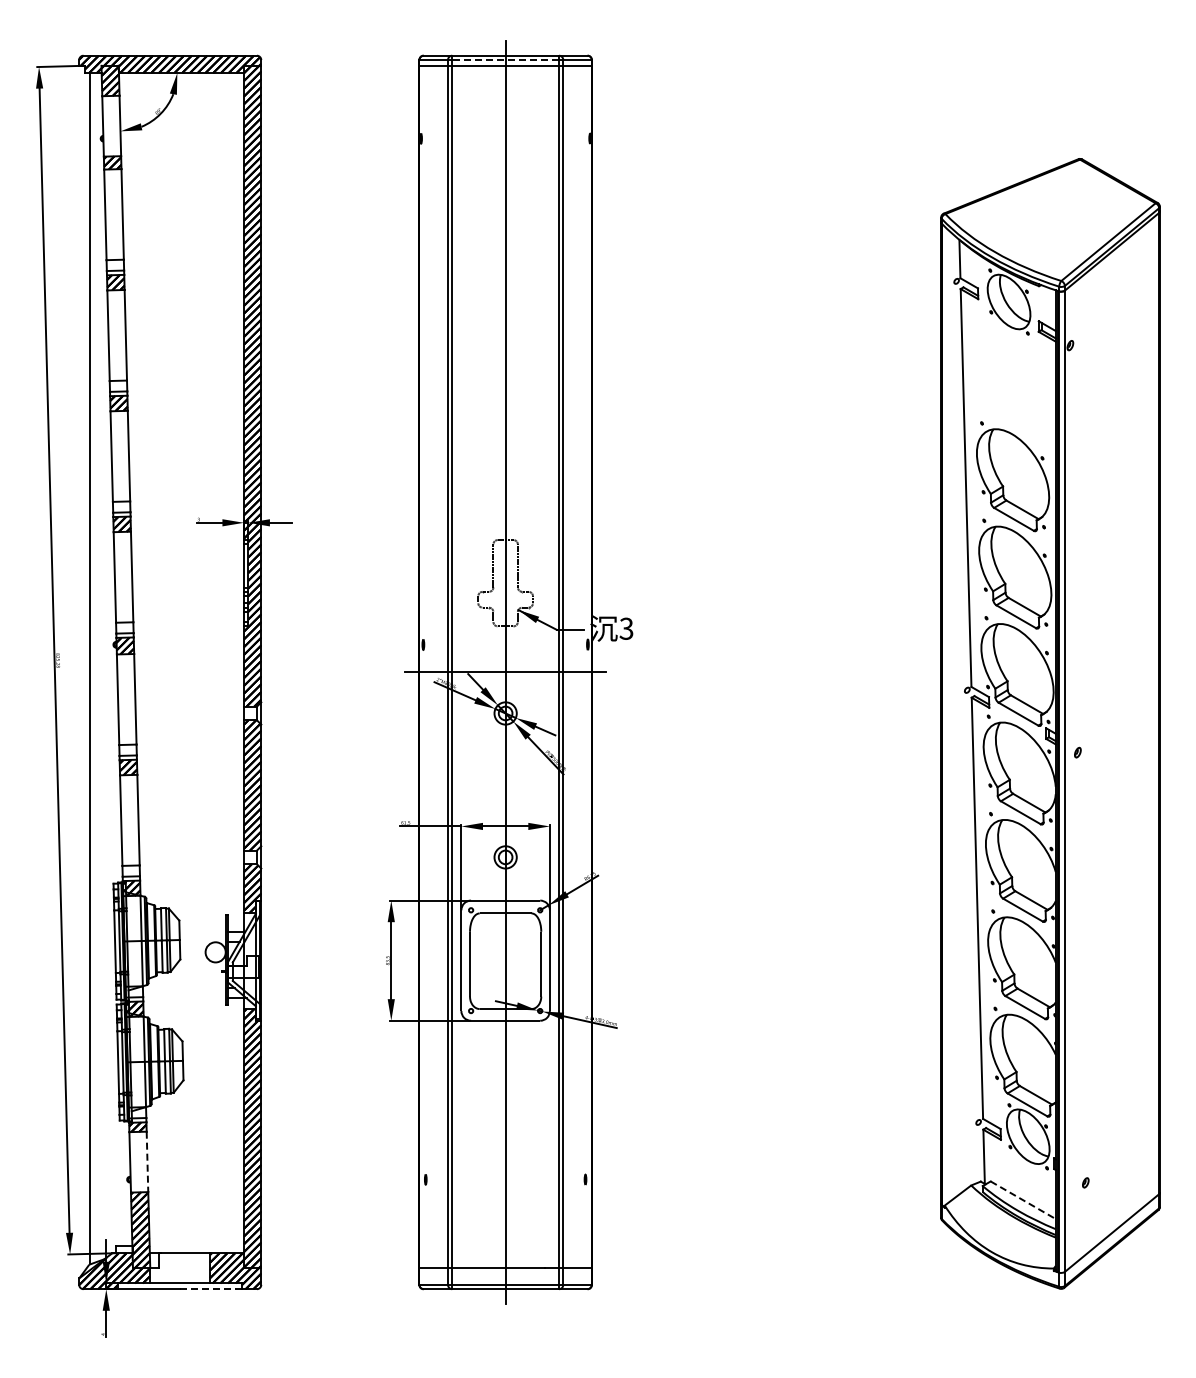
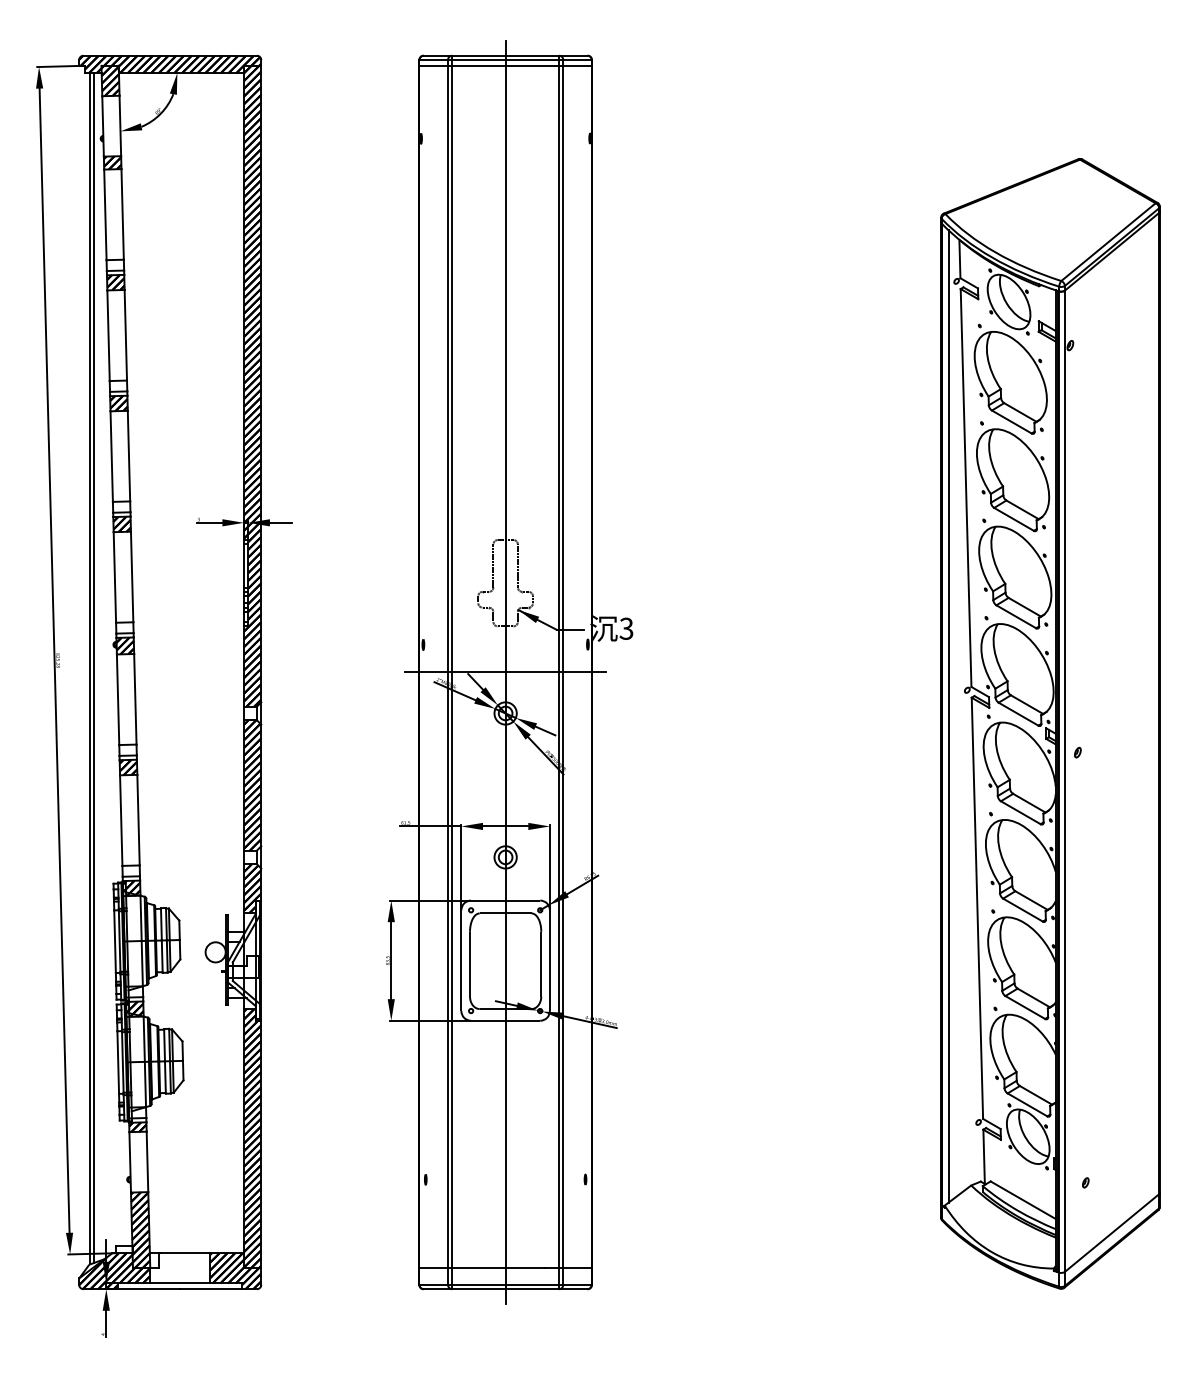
line at (505, 60): dashed -> solid
part at (1010, 378): none -> present
line at (93, 668): none -> present
line at (948, 716): none -> present
line at (147, 1162): dashed -> solid
line at (1023, 1200): dashed -> solid
line at (210, 1289): dashed -> solid
